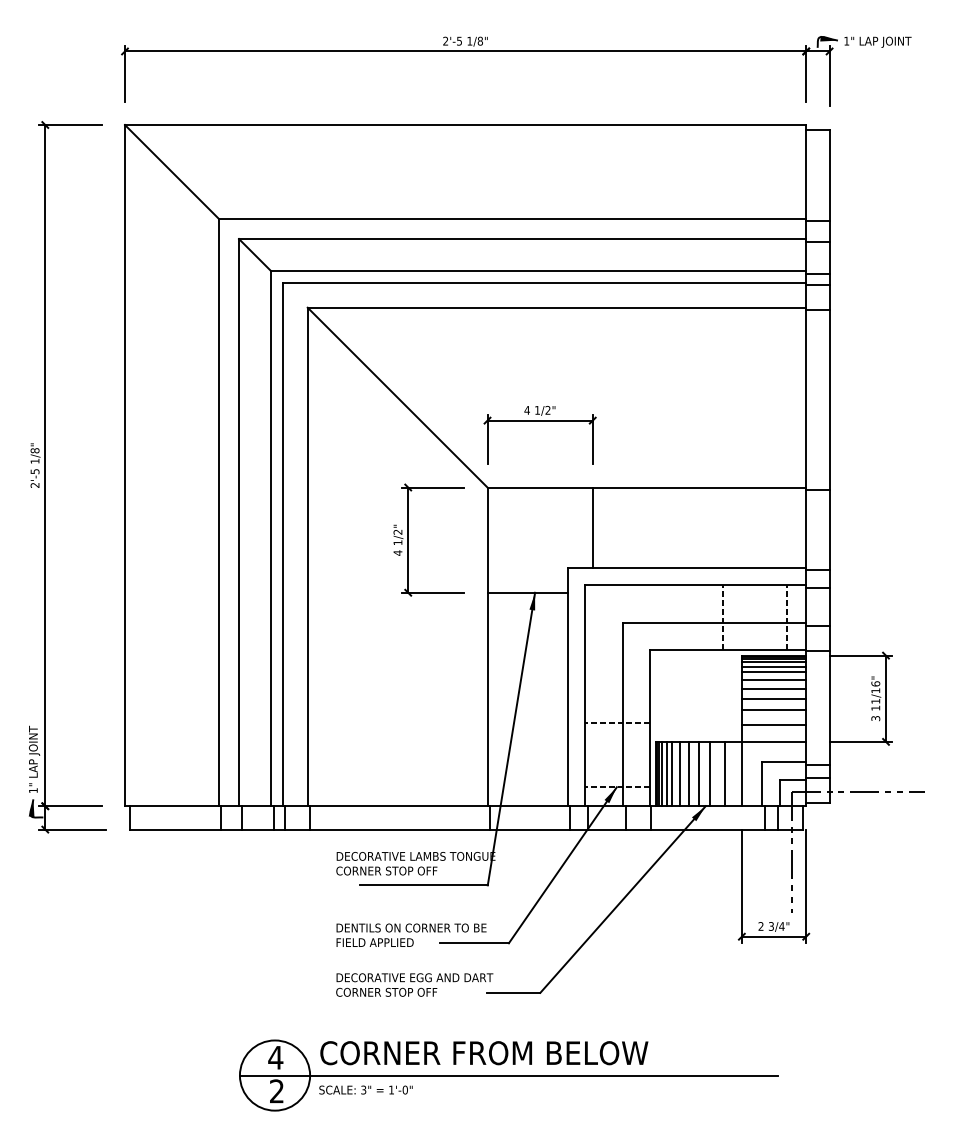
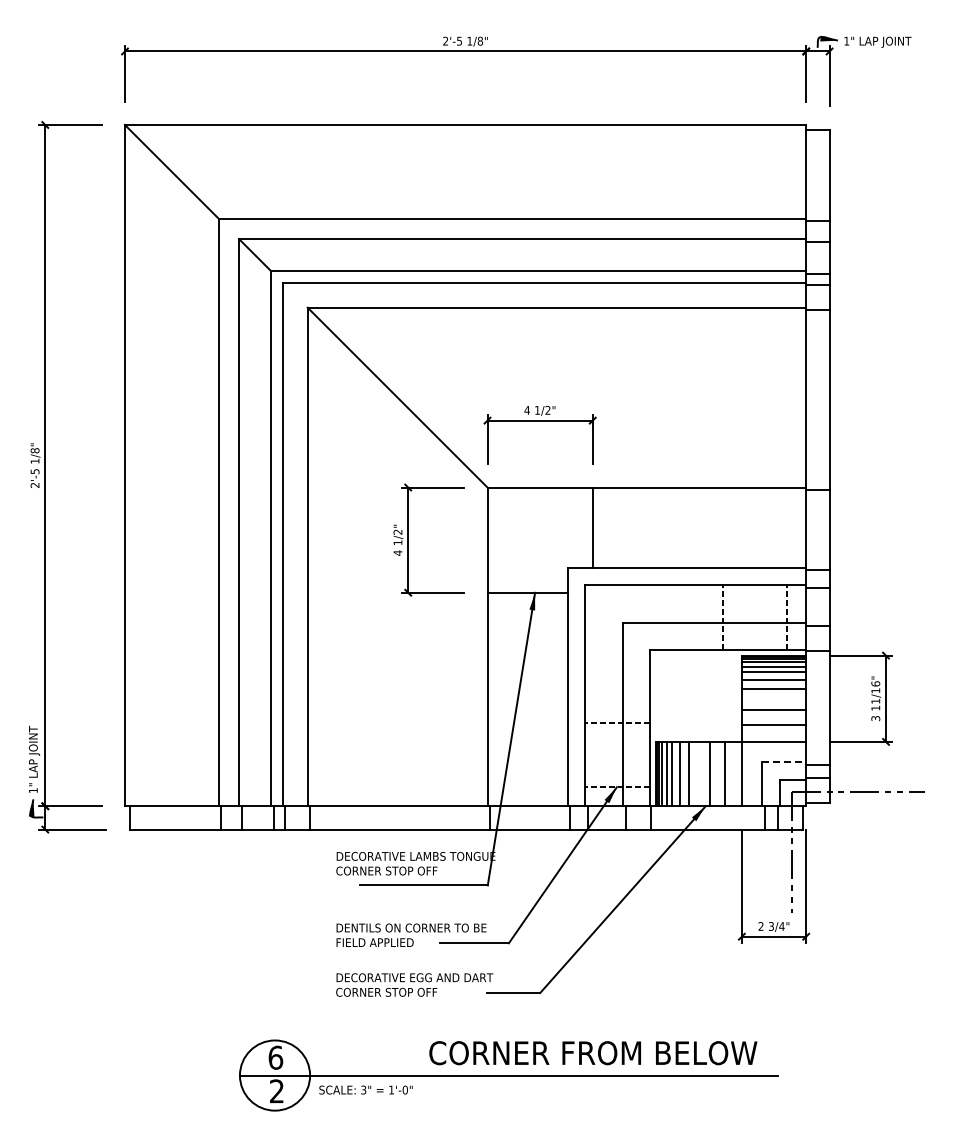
line at (773, 698): present -> none
line at (784, 762): solid -> dashed
line at (698, 773): present -> none
text at (484, 1053) position: (484, 1053) -> (593, 1053)
text at (275, 1057): 4 -> 6
